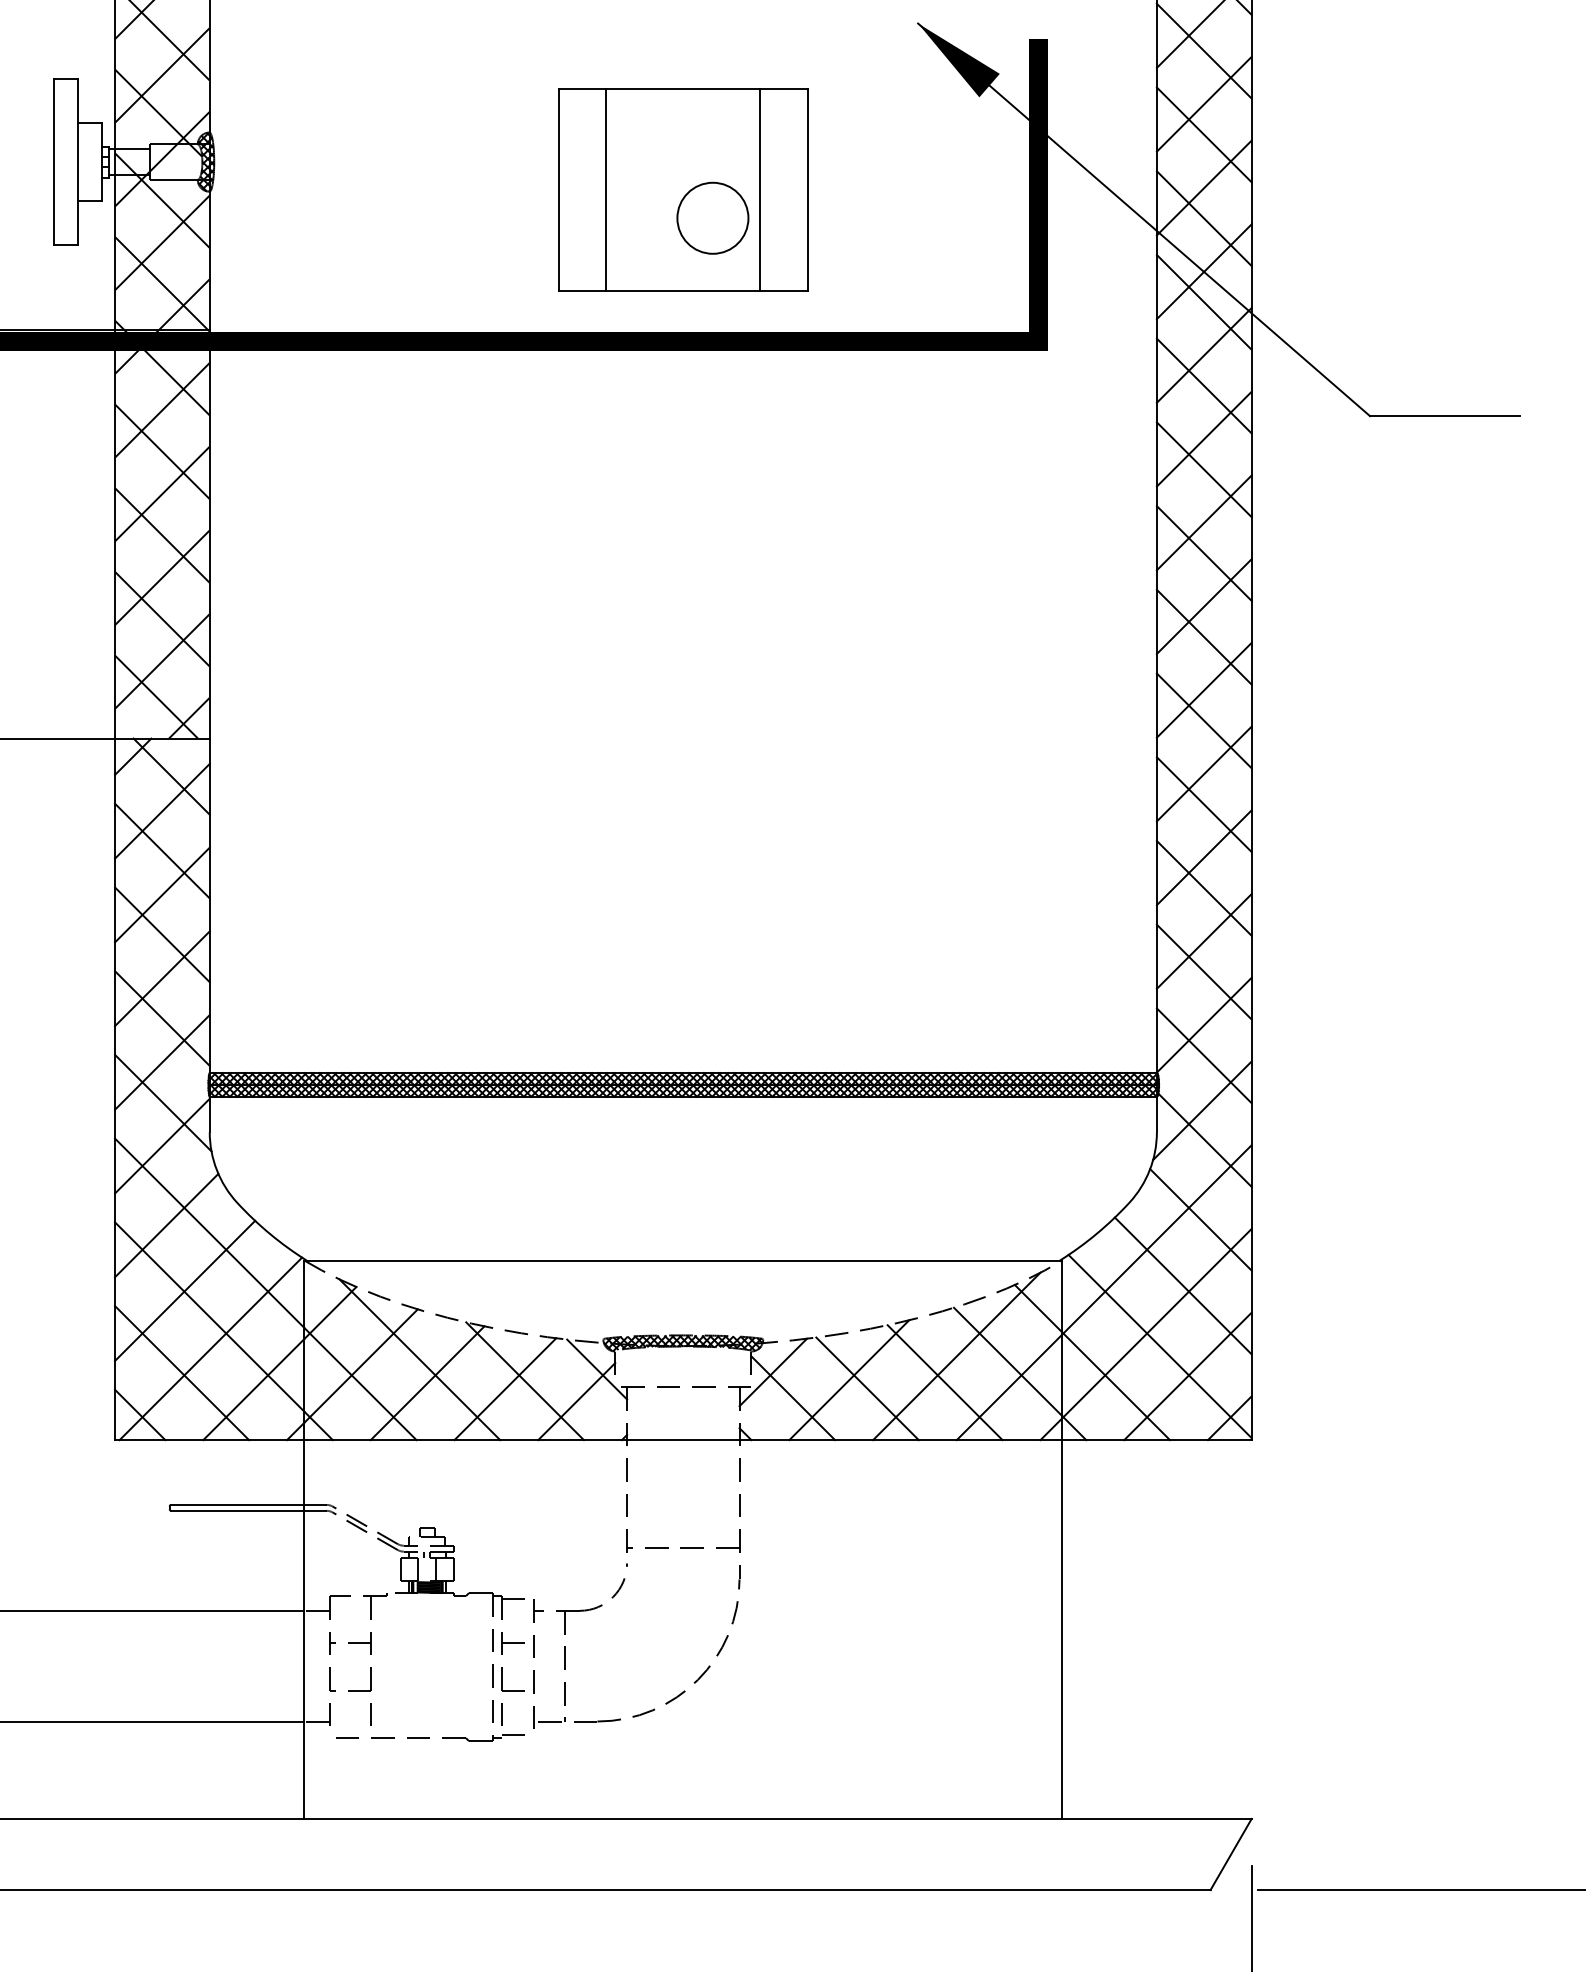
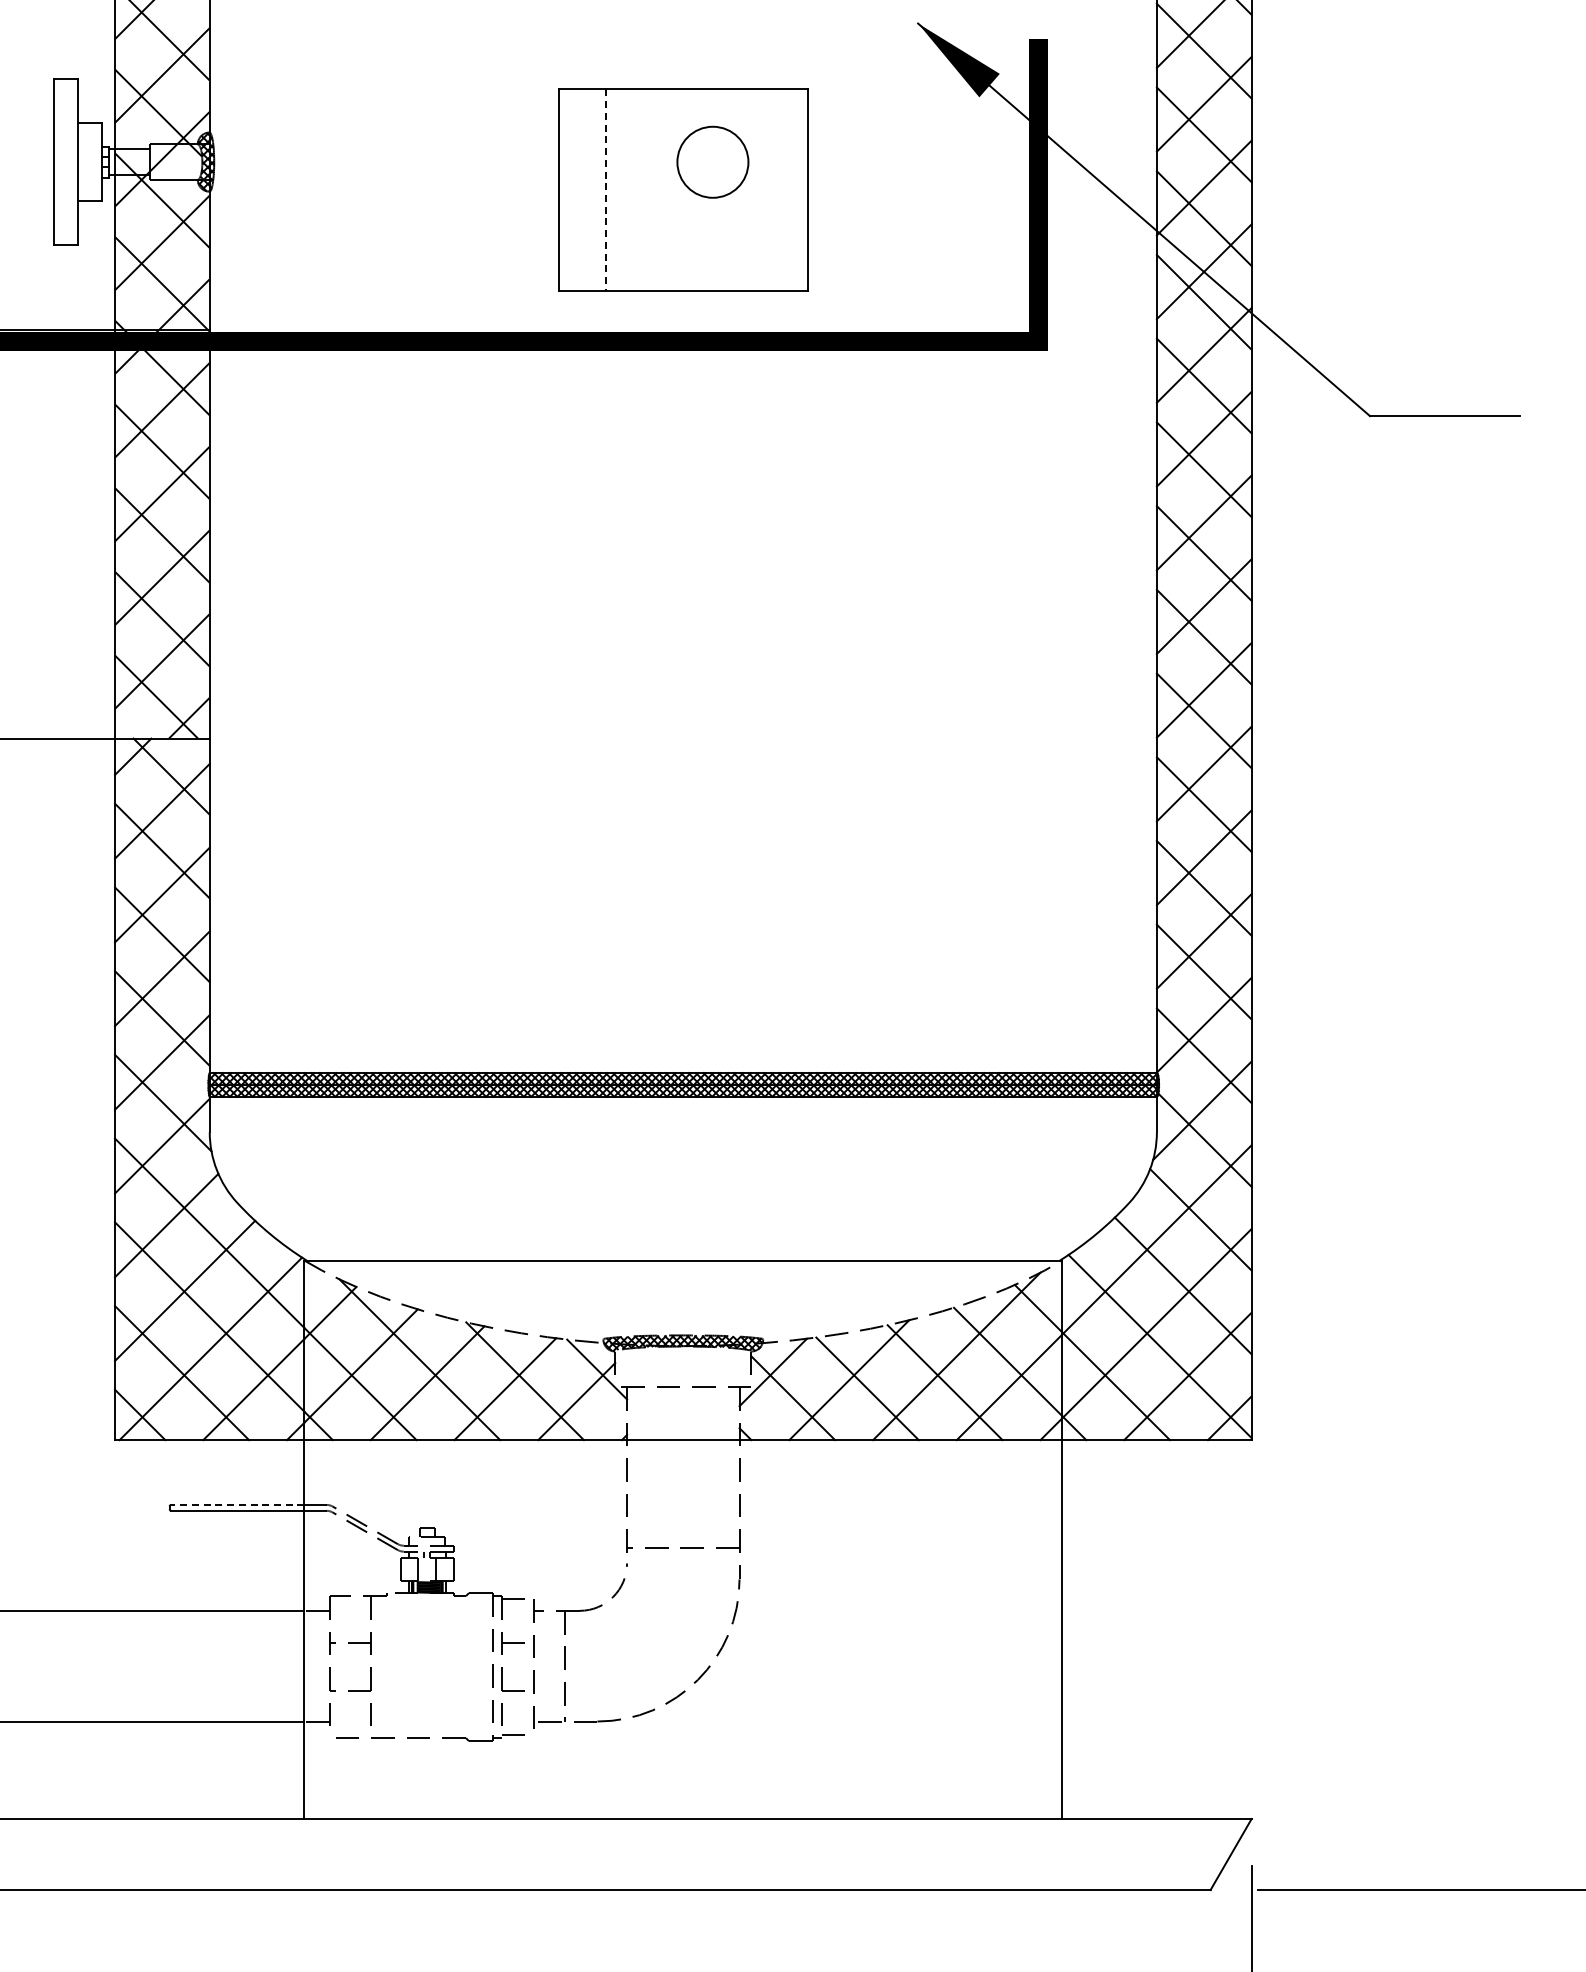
line at (760, 189): present -> none
line at (606, 190): solid -> dashed
circle at (712, 217) position: (712, 217) -> (712, 161)
line at (237, 1504): solid -> dashed
